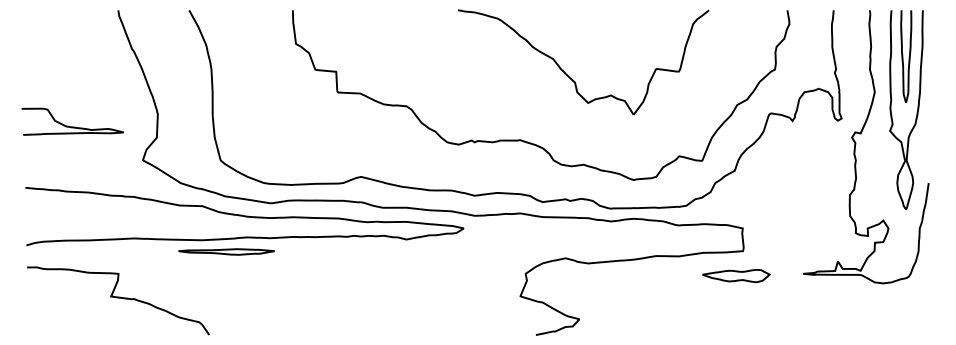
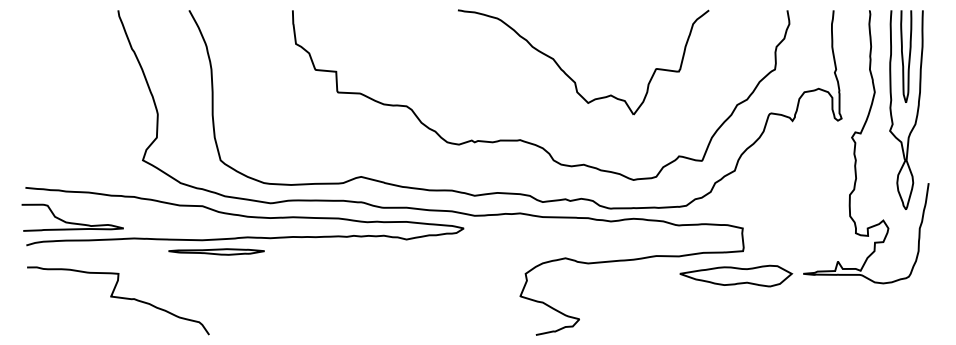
curve at (72, 126) position: (72, 126) -> (72, 222)
part at (226, 251) position: (226, 251) -> (216, 251)
part at (736, 276) size: 69x15 px -> 115x24 px
